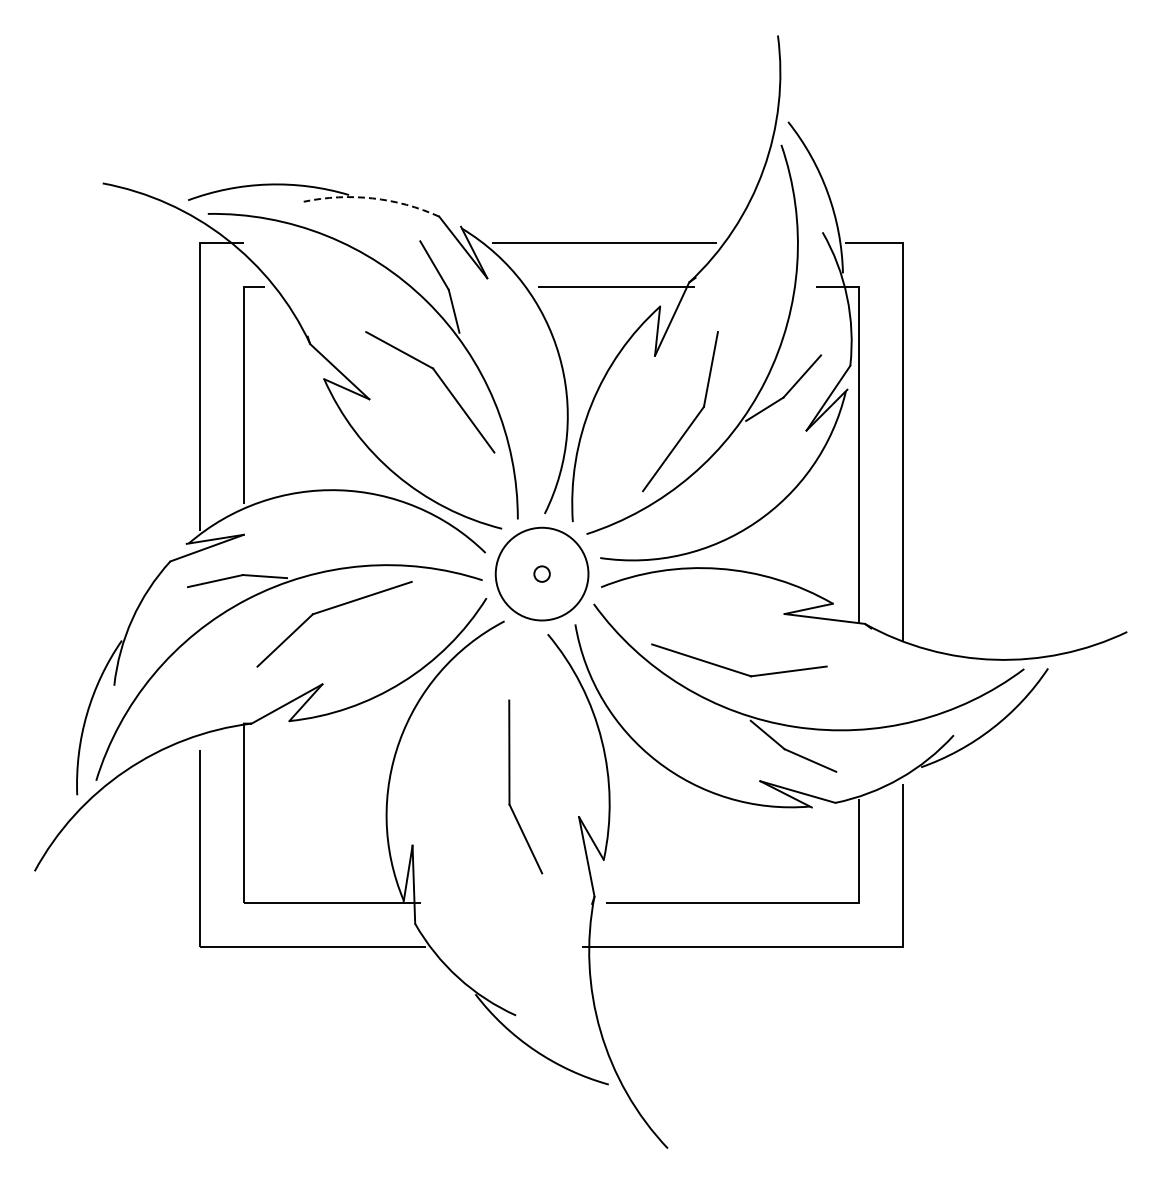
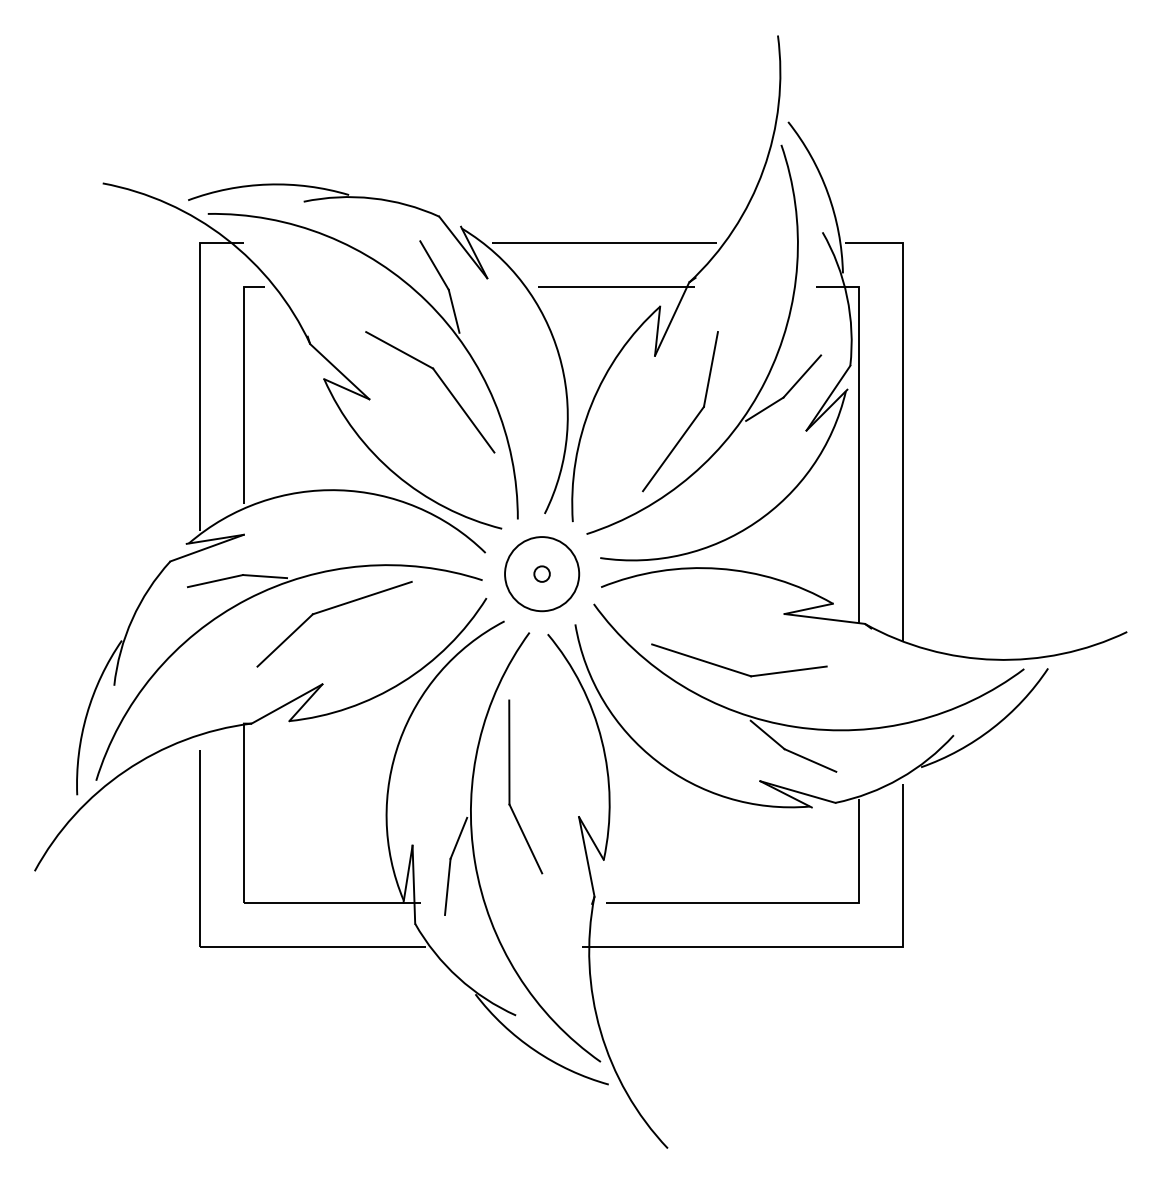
arc at (372, 198): dashed -> solid
circle at (541, 573) diameter: 93 px -> 74 px
part at (474, 849): none -> present
